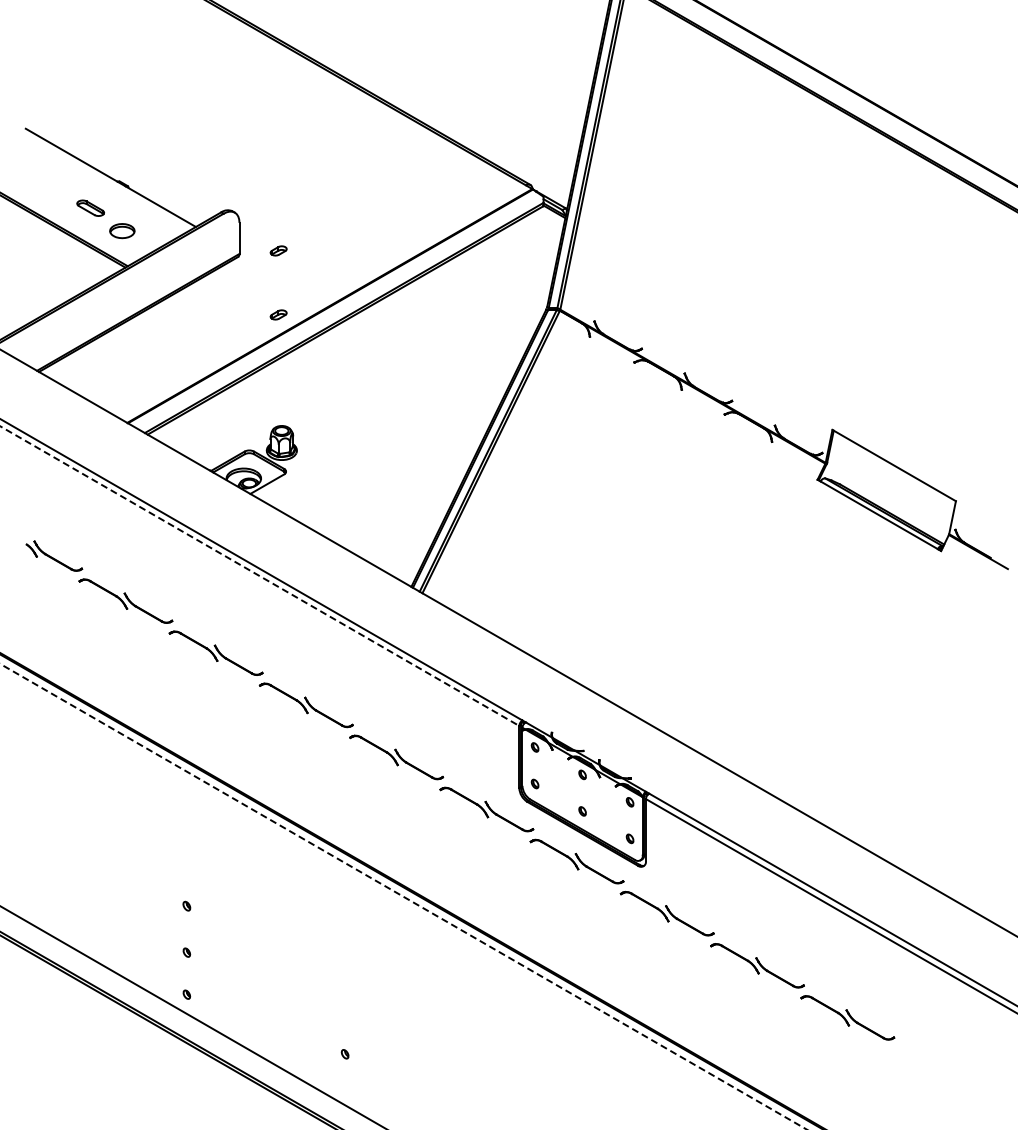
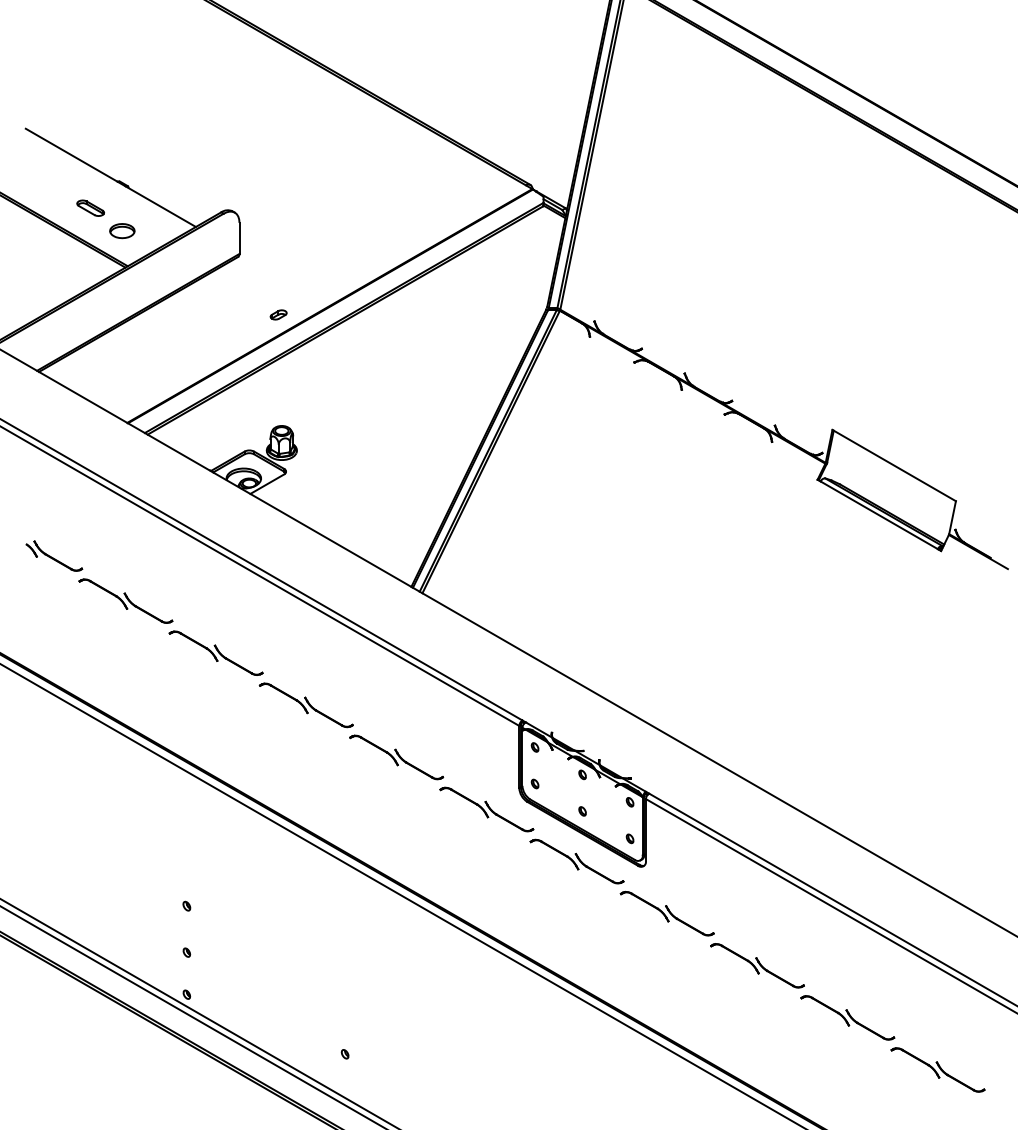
part at (278, 250): present -> none
line at (260, 576): dashed -> solid
line at (404, 897): dashed -> solid
line at (198, 1013): none -> present
part at (937, 1069): none -> present
